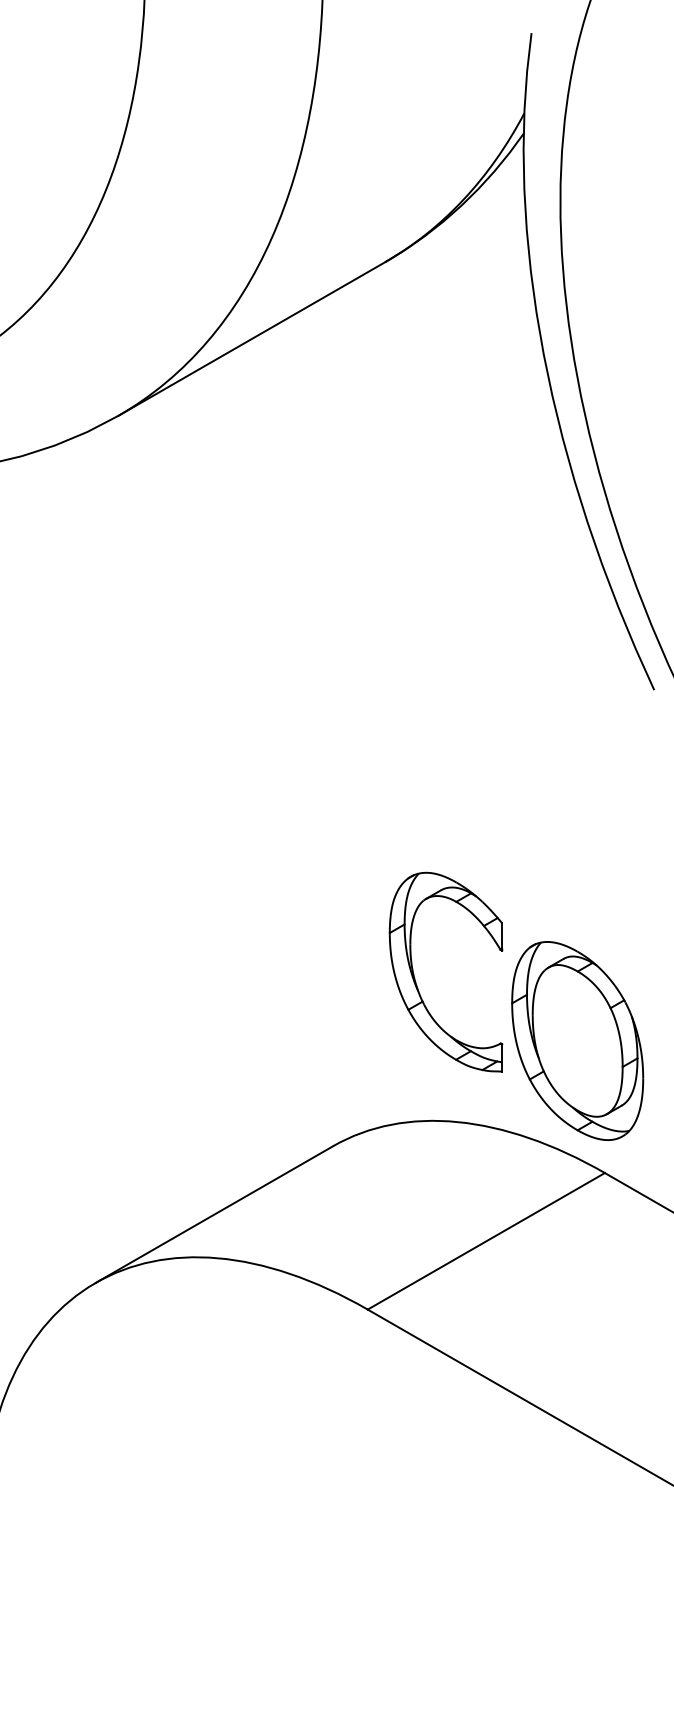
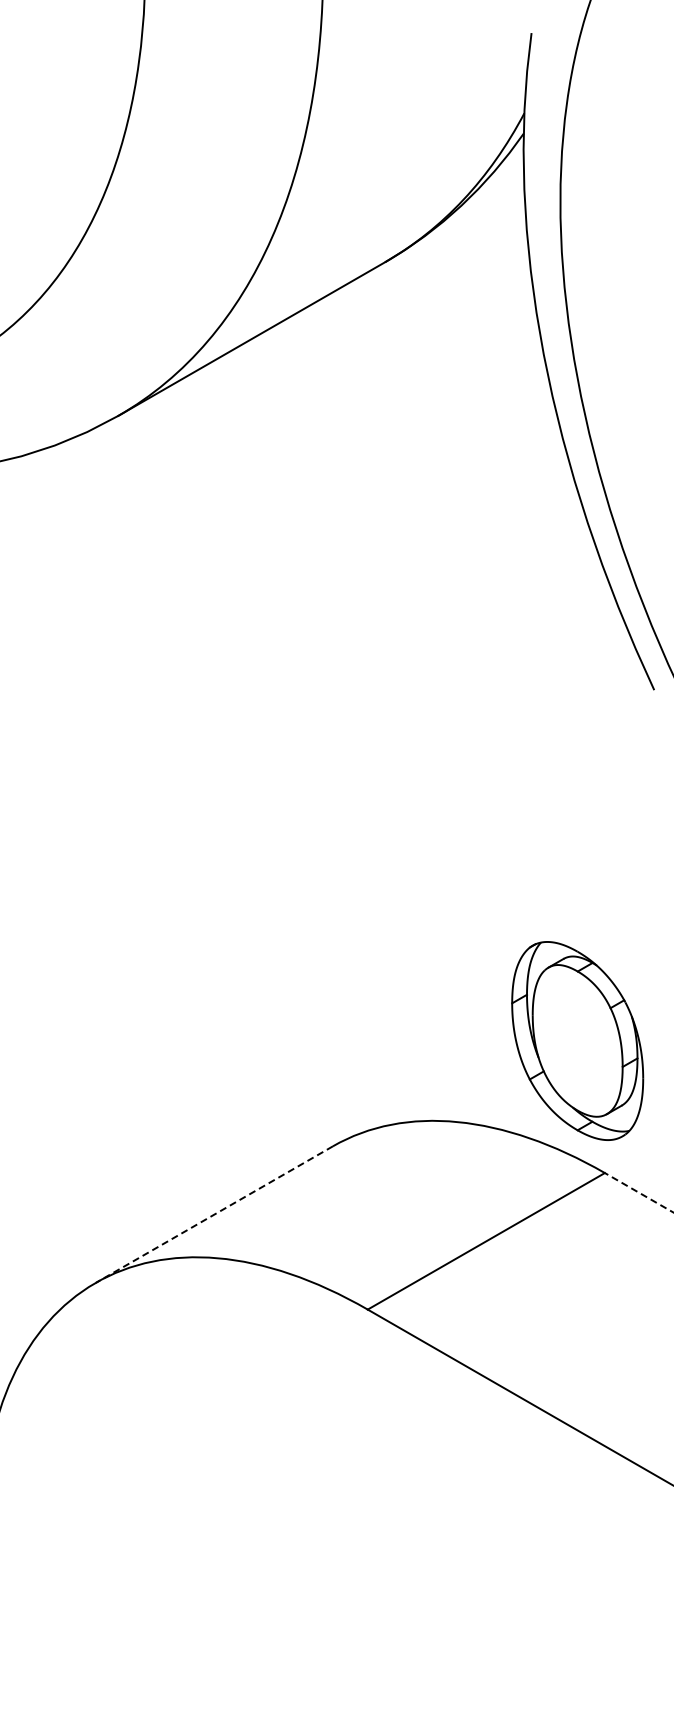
part at (416, 981): present -> none
line at (638, 1192): solid -> dashed
line at (214, 1214): solid -> dashed
